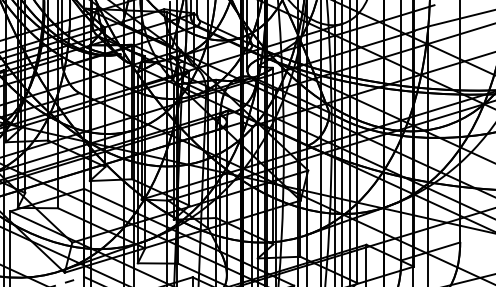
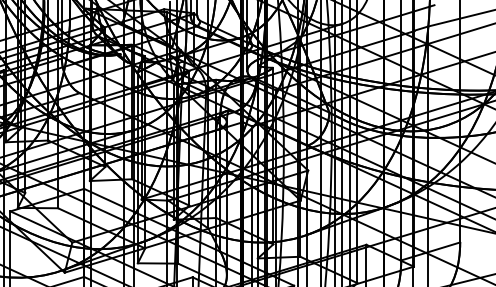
line at (68, 281): dashed -> solid
